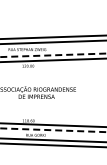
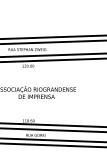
line at (53, 55): dashed -> solid
line at (53, 130): dashed -> solid
